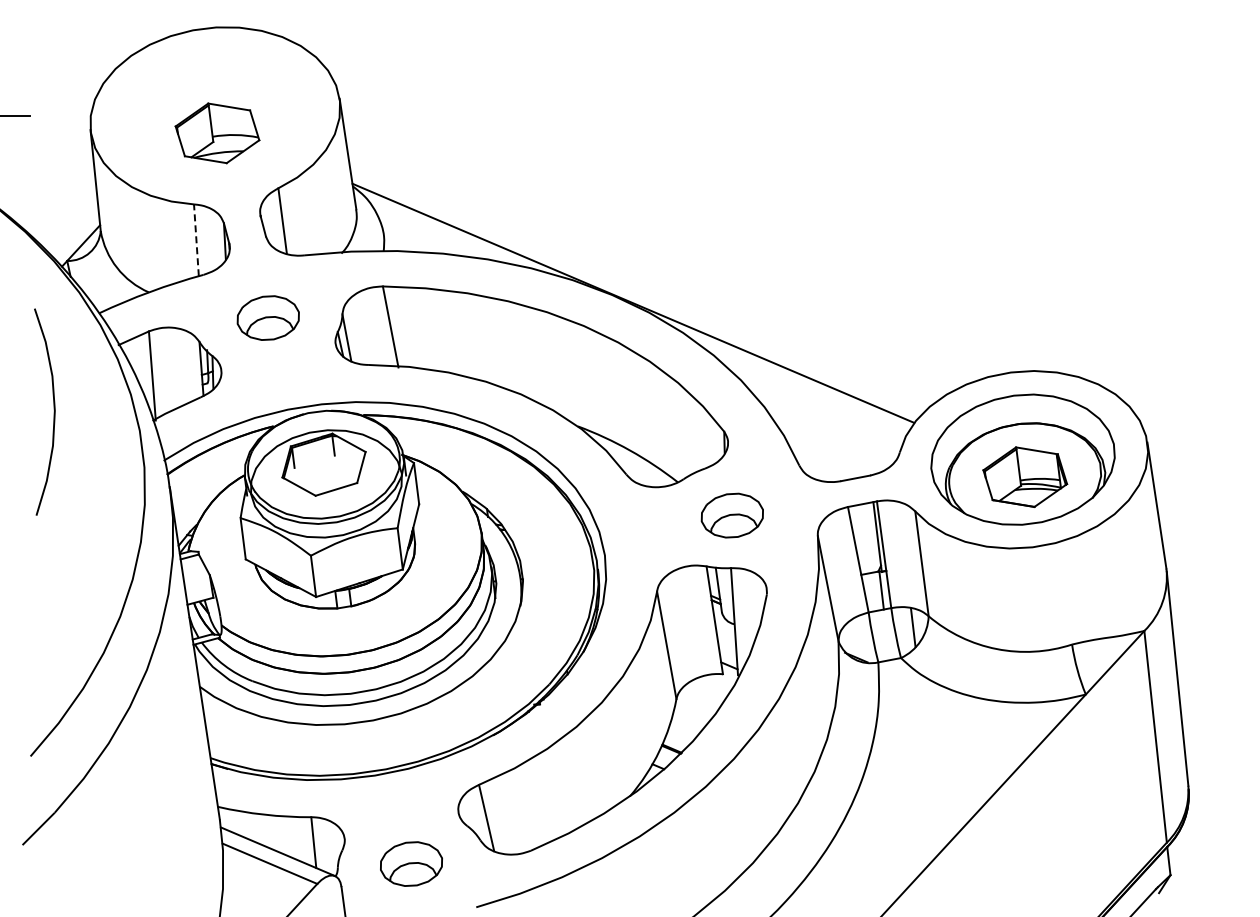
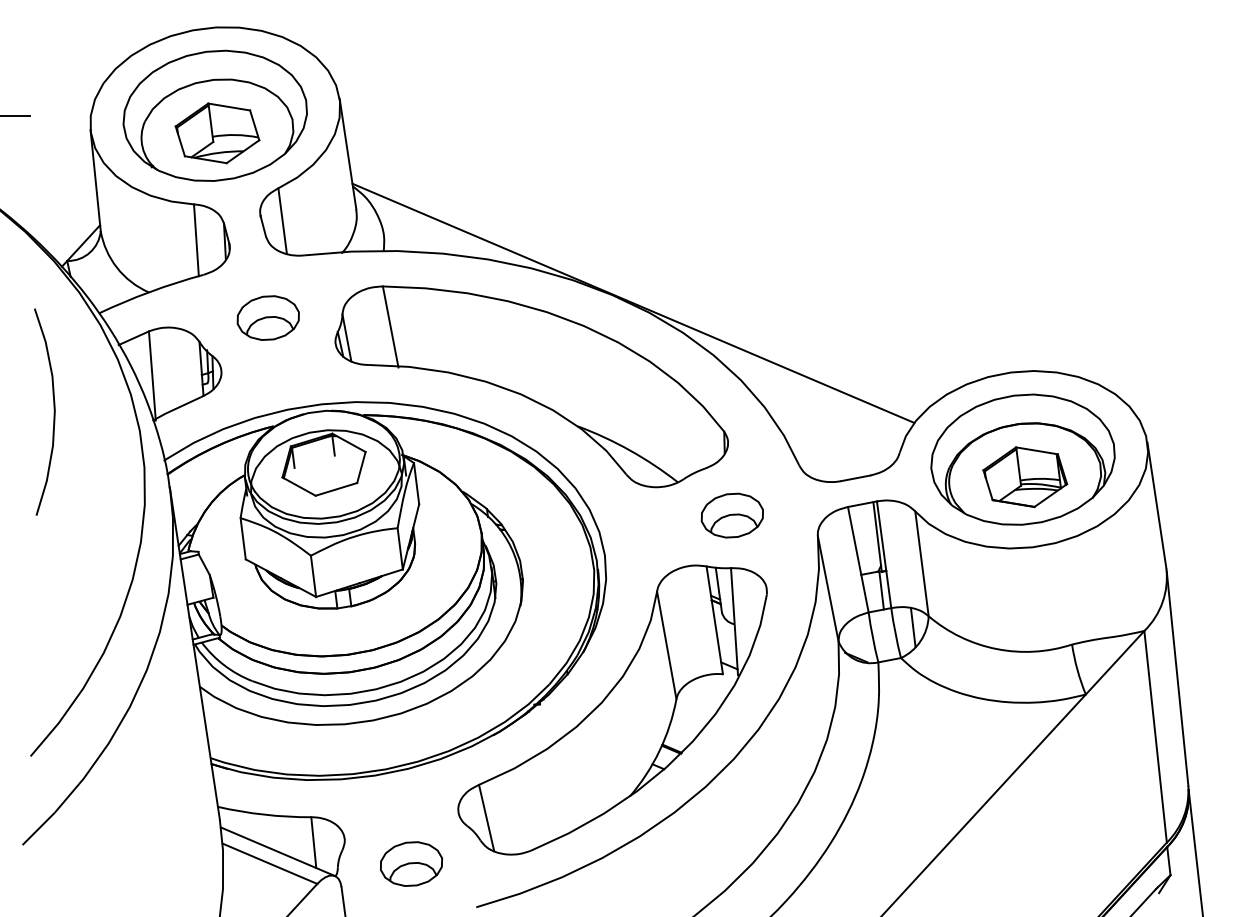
part at (214, 115): none -> present
line at (196, 240): dashed -> solid
line at (1195, 852): none -> present
